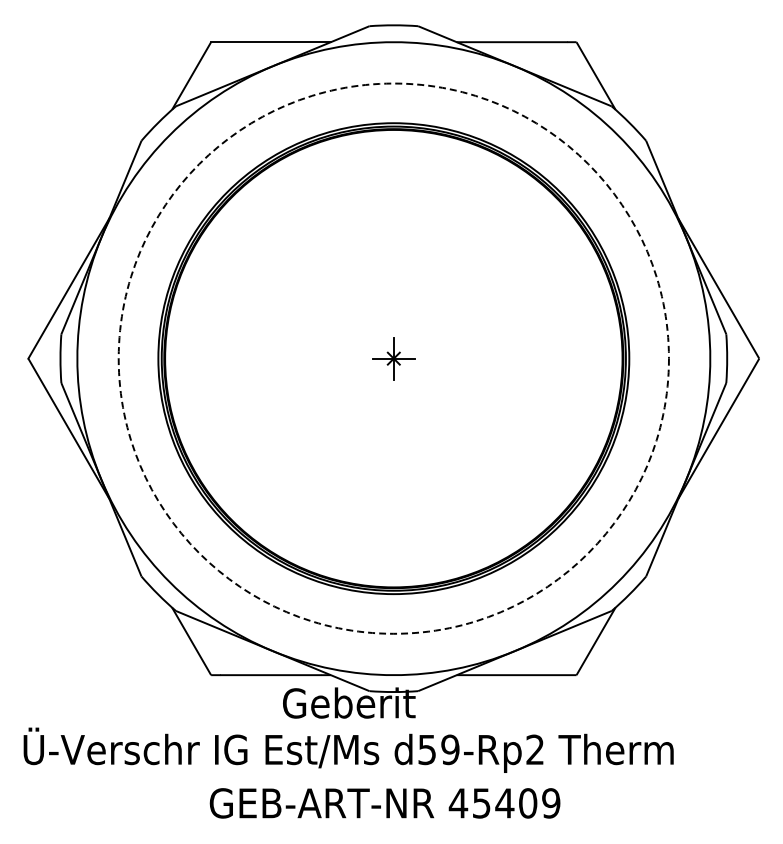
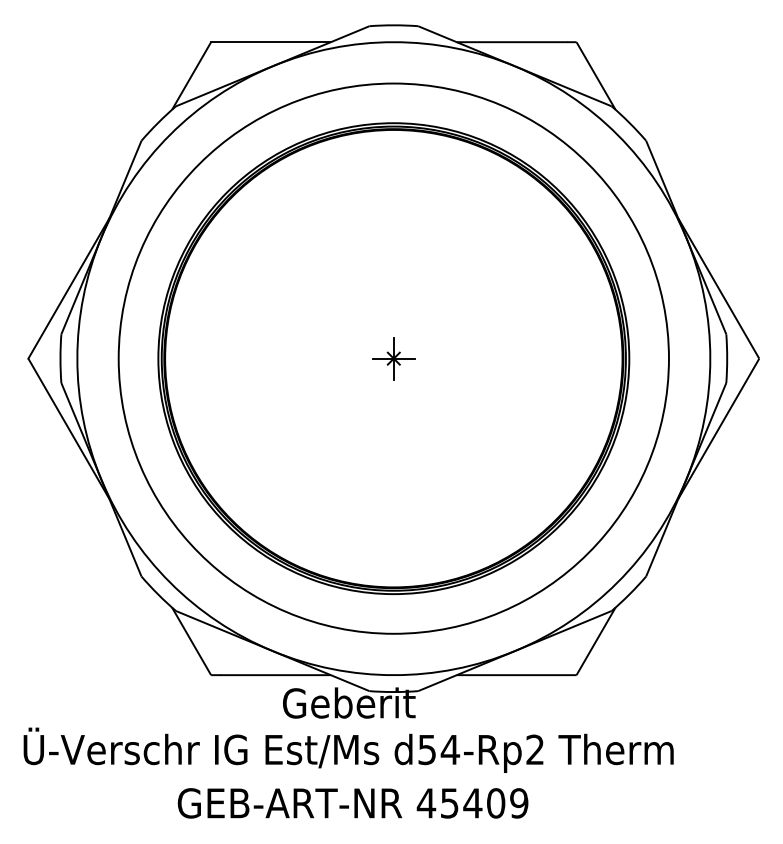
circle at (393, 358): dashed -> solid
text at (450, 749): d59-Rp2 -> d54-Rp2
text at (384, 803) position: (384, 803) -> (352, 803)
